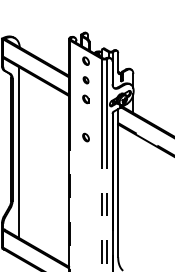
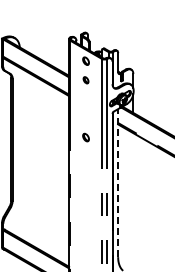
part at (85, 99): present -> none
line at (18, 151): present -> none
line at (118, 183): solid -> dashed
